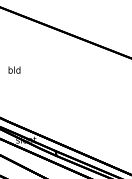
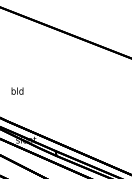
text at (14, 69) position: (14, 69) -> (17, 90)
